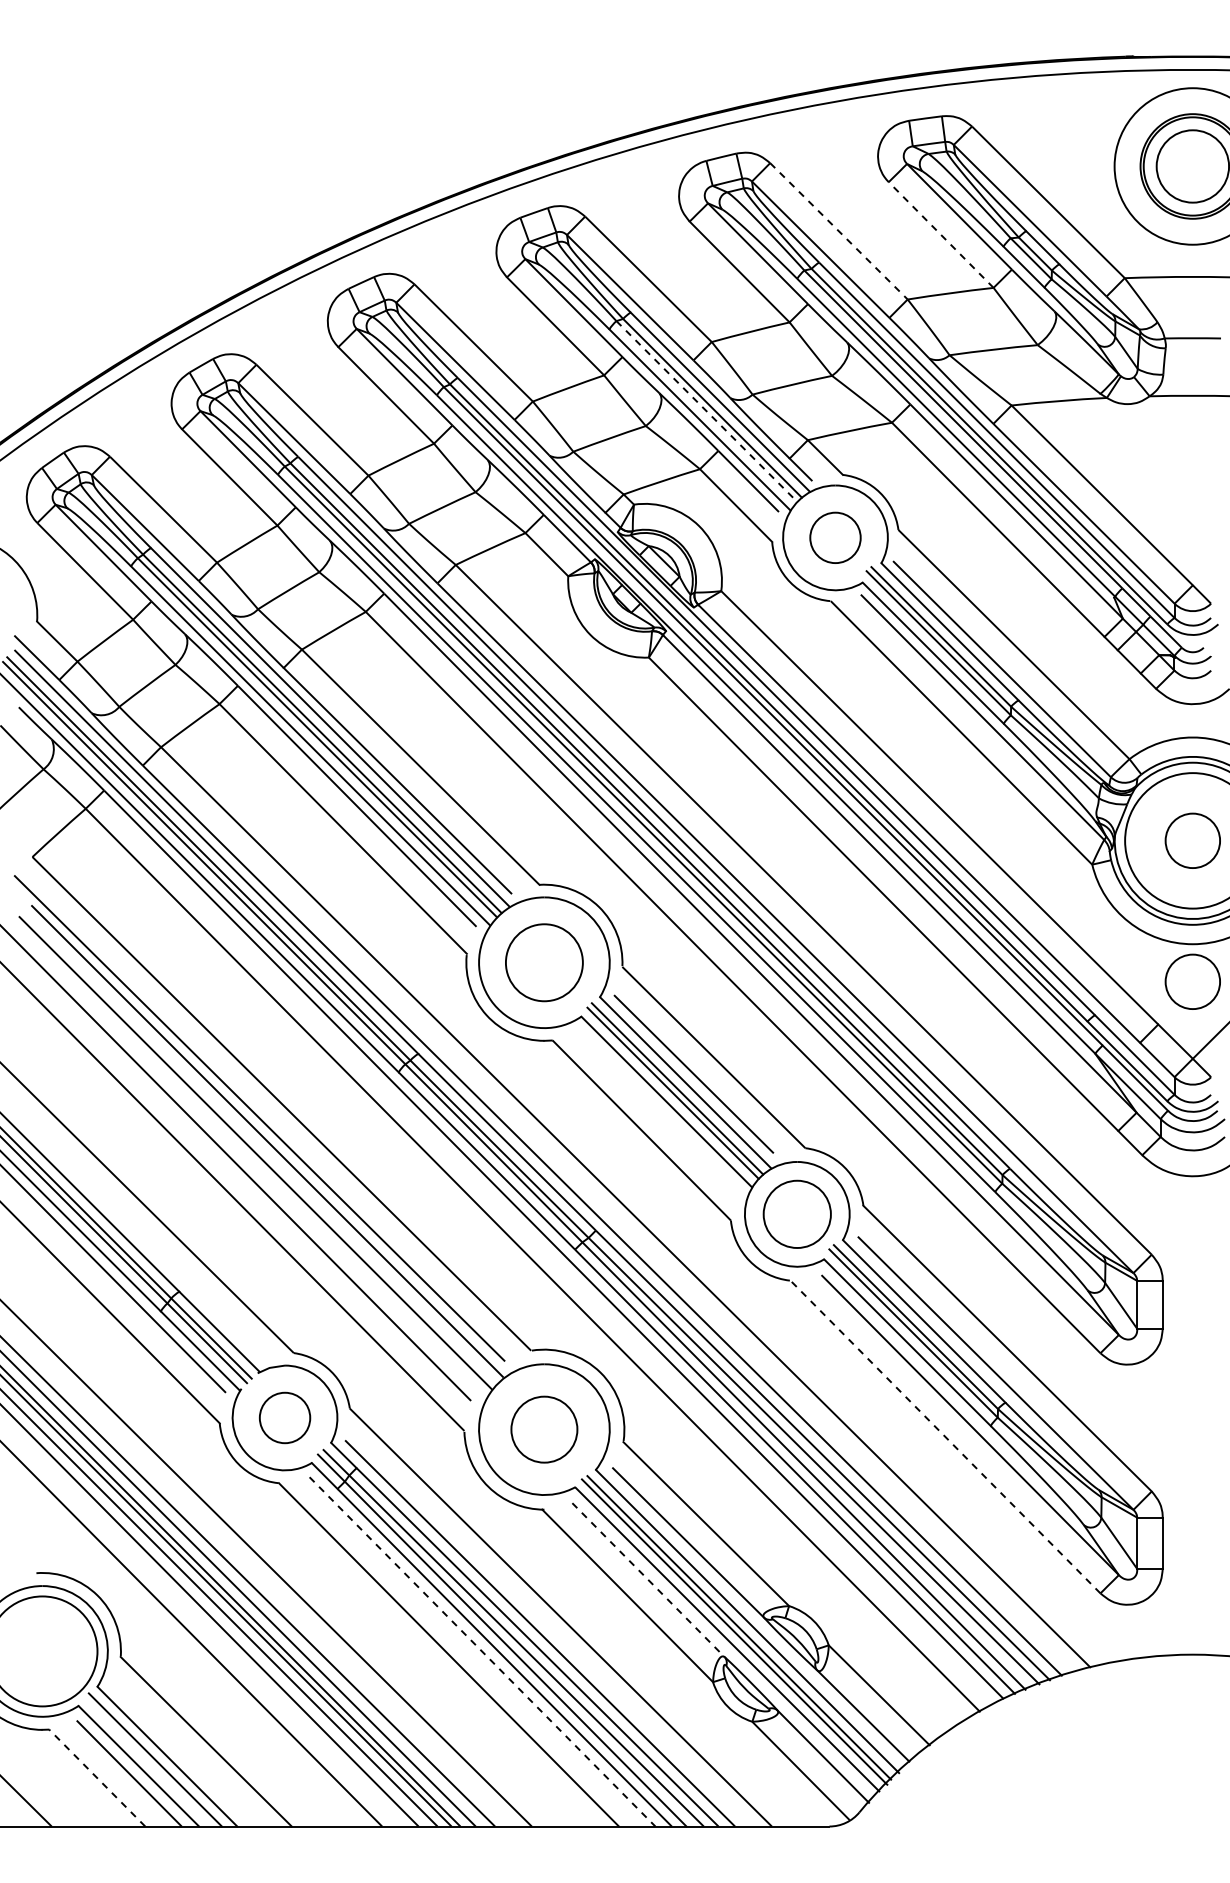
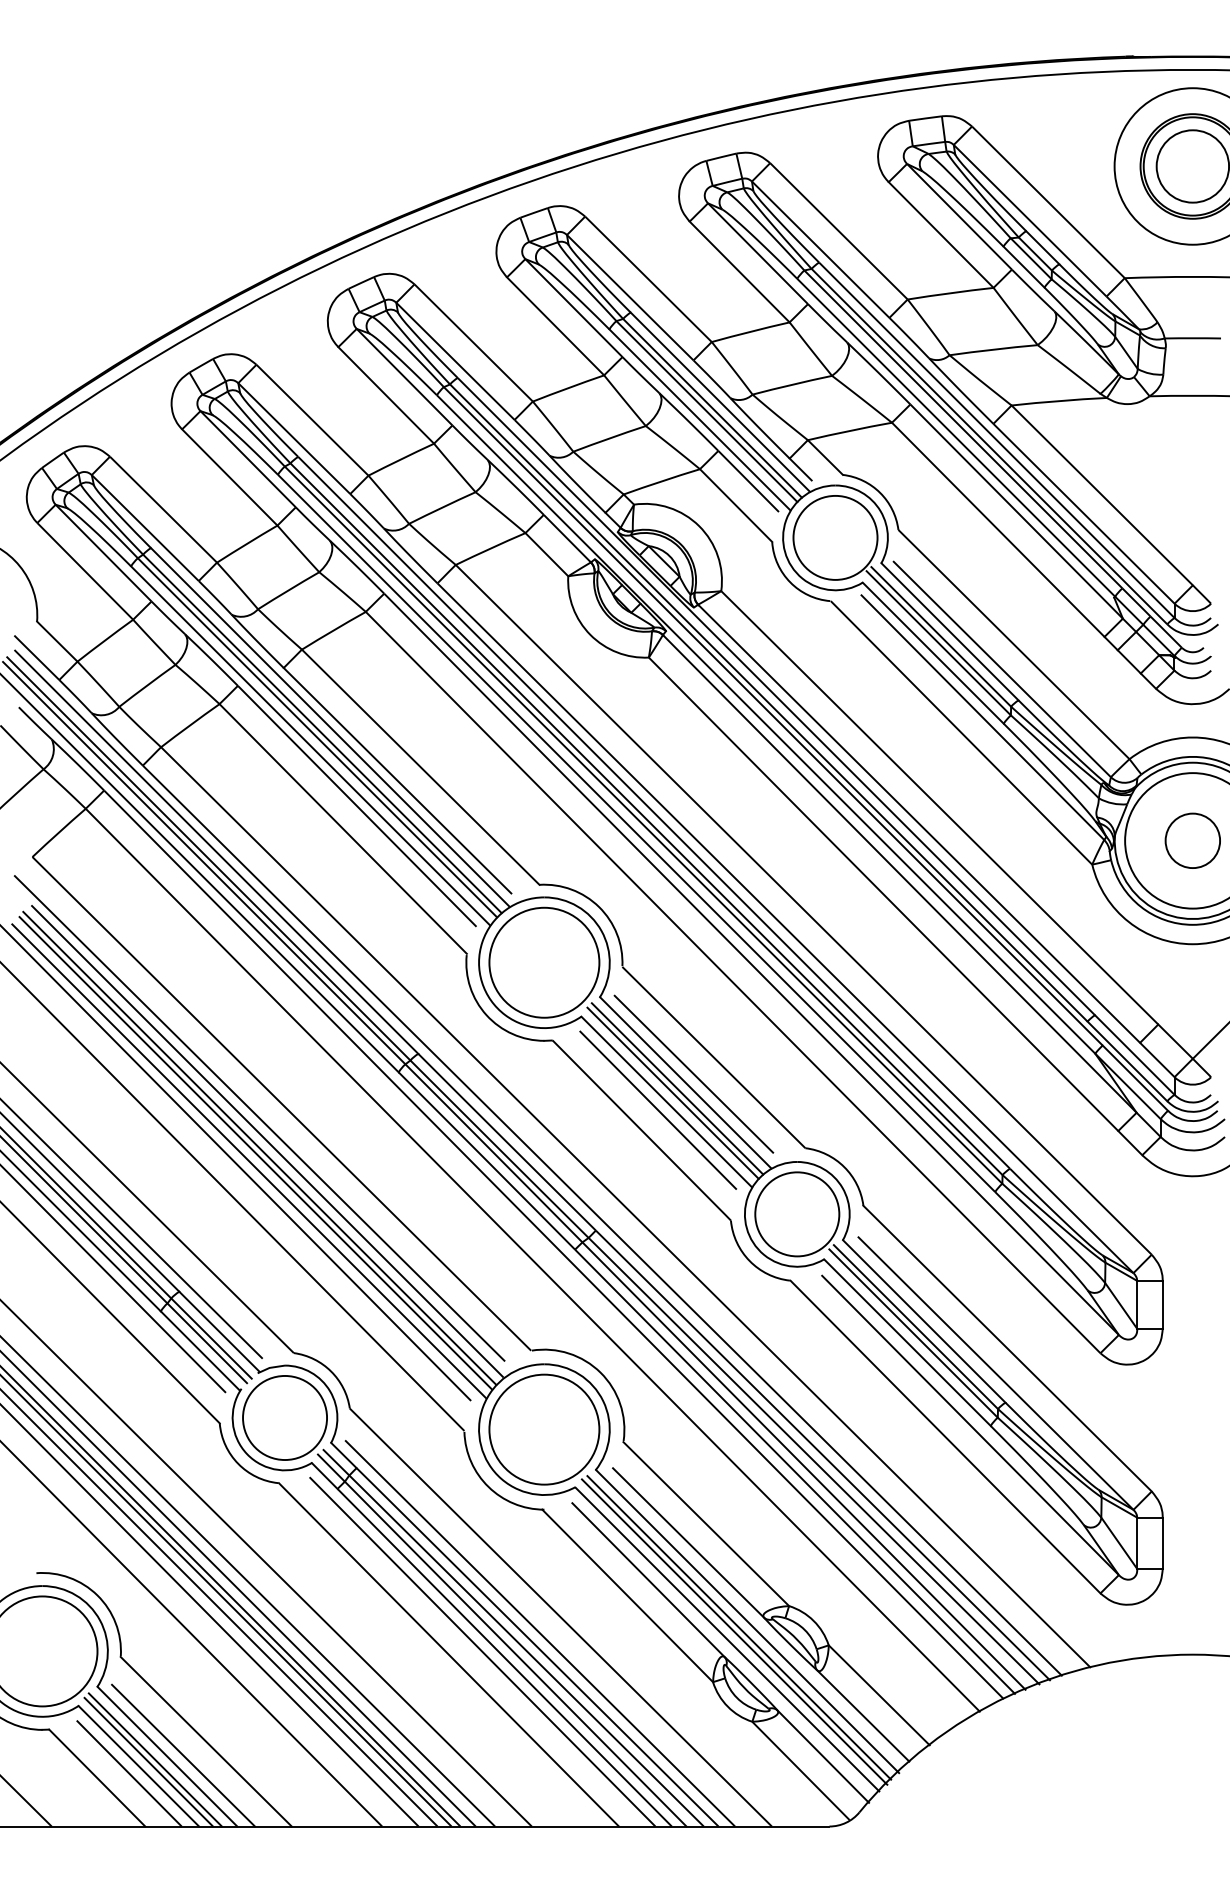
line at (838, 231): dashed -> solid
line at (940, 234): dashed -> solid
line at (706, 411): dashed -> solid
circle at (835, 537) diameter: 50 px -> 84 px
circle at (543, 962) diameter: 77 px -> 110 px
circle at (1192, 981): present -> none
line at (658, 1109): none -> present
line at (259, 1147): none -> present
line at (249, 1161): none -> present
circle at (796, 1213) diameter: 67 px -> 84 px
line at (132, 1229): none -> present
circle at (284, 1417) diameter: 50 px -> 84 px
circle at (544, 1429) diameter: 66 px -> 110 px
line at (945, 1436): dashed -> solid
line at (648, 1580): dashed -> solid
line at (483, 1652): dashed -> solid
line at (183, 1755): none -> present
line at (148, 1761): none -> present
line at (96, 1777): dashed -> solid
